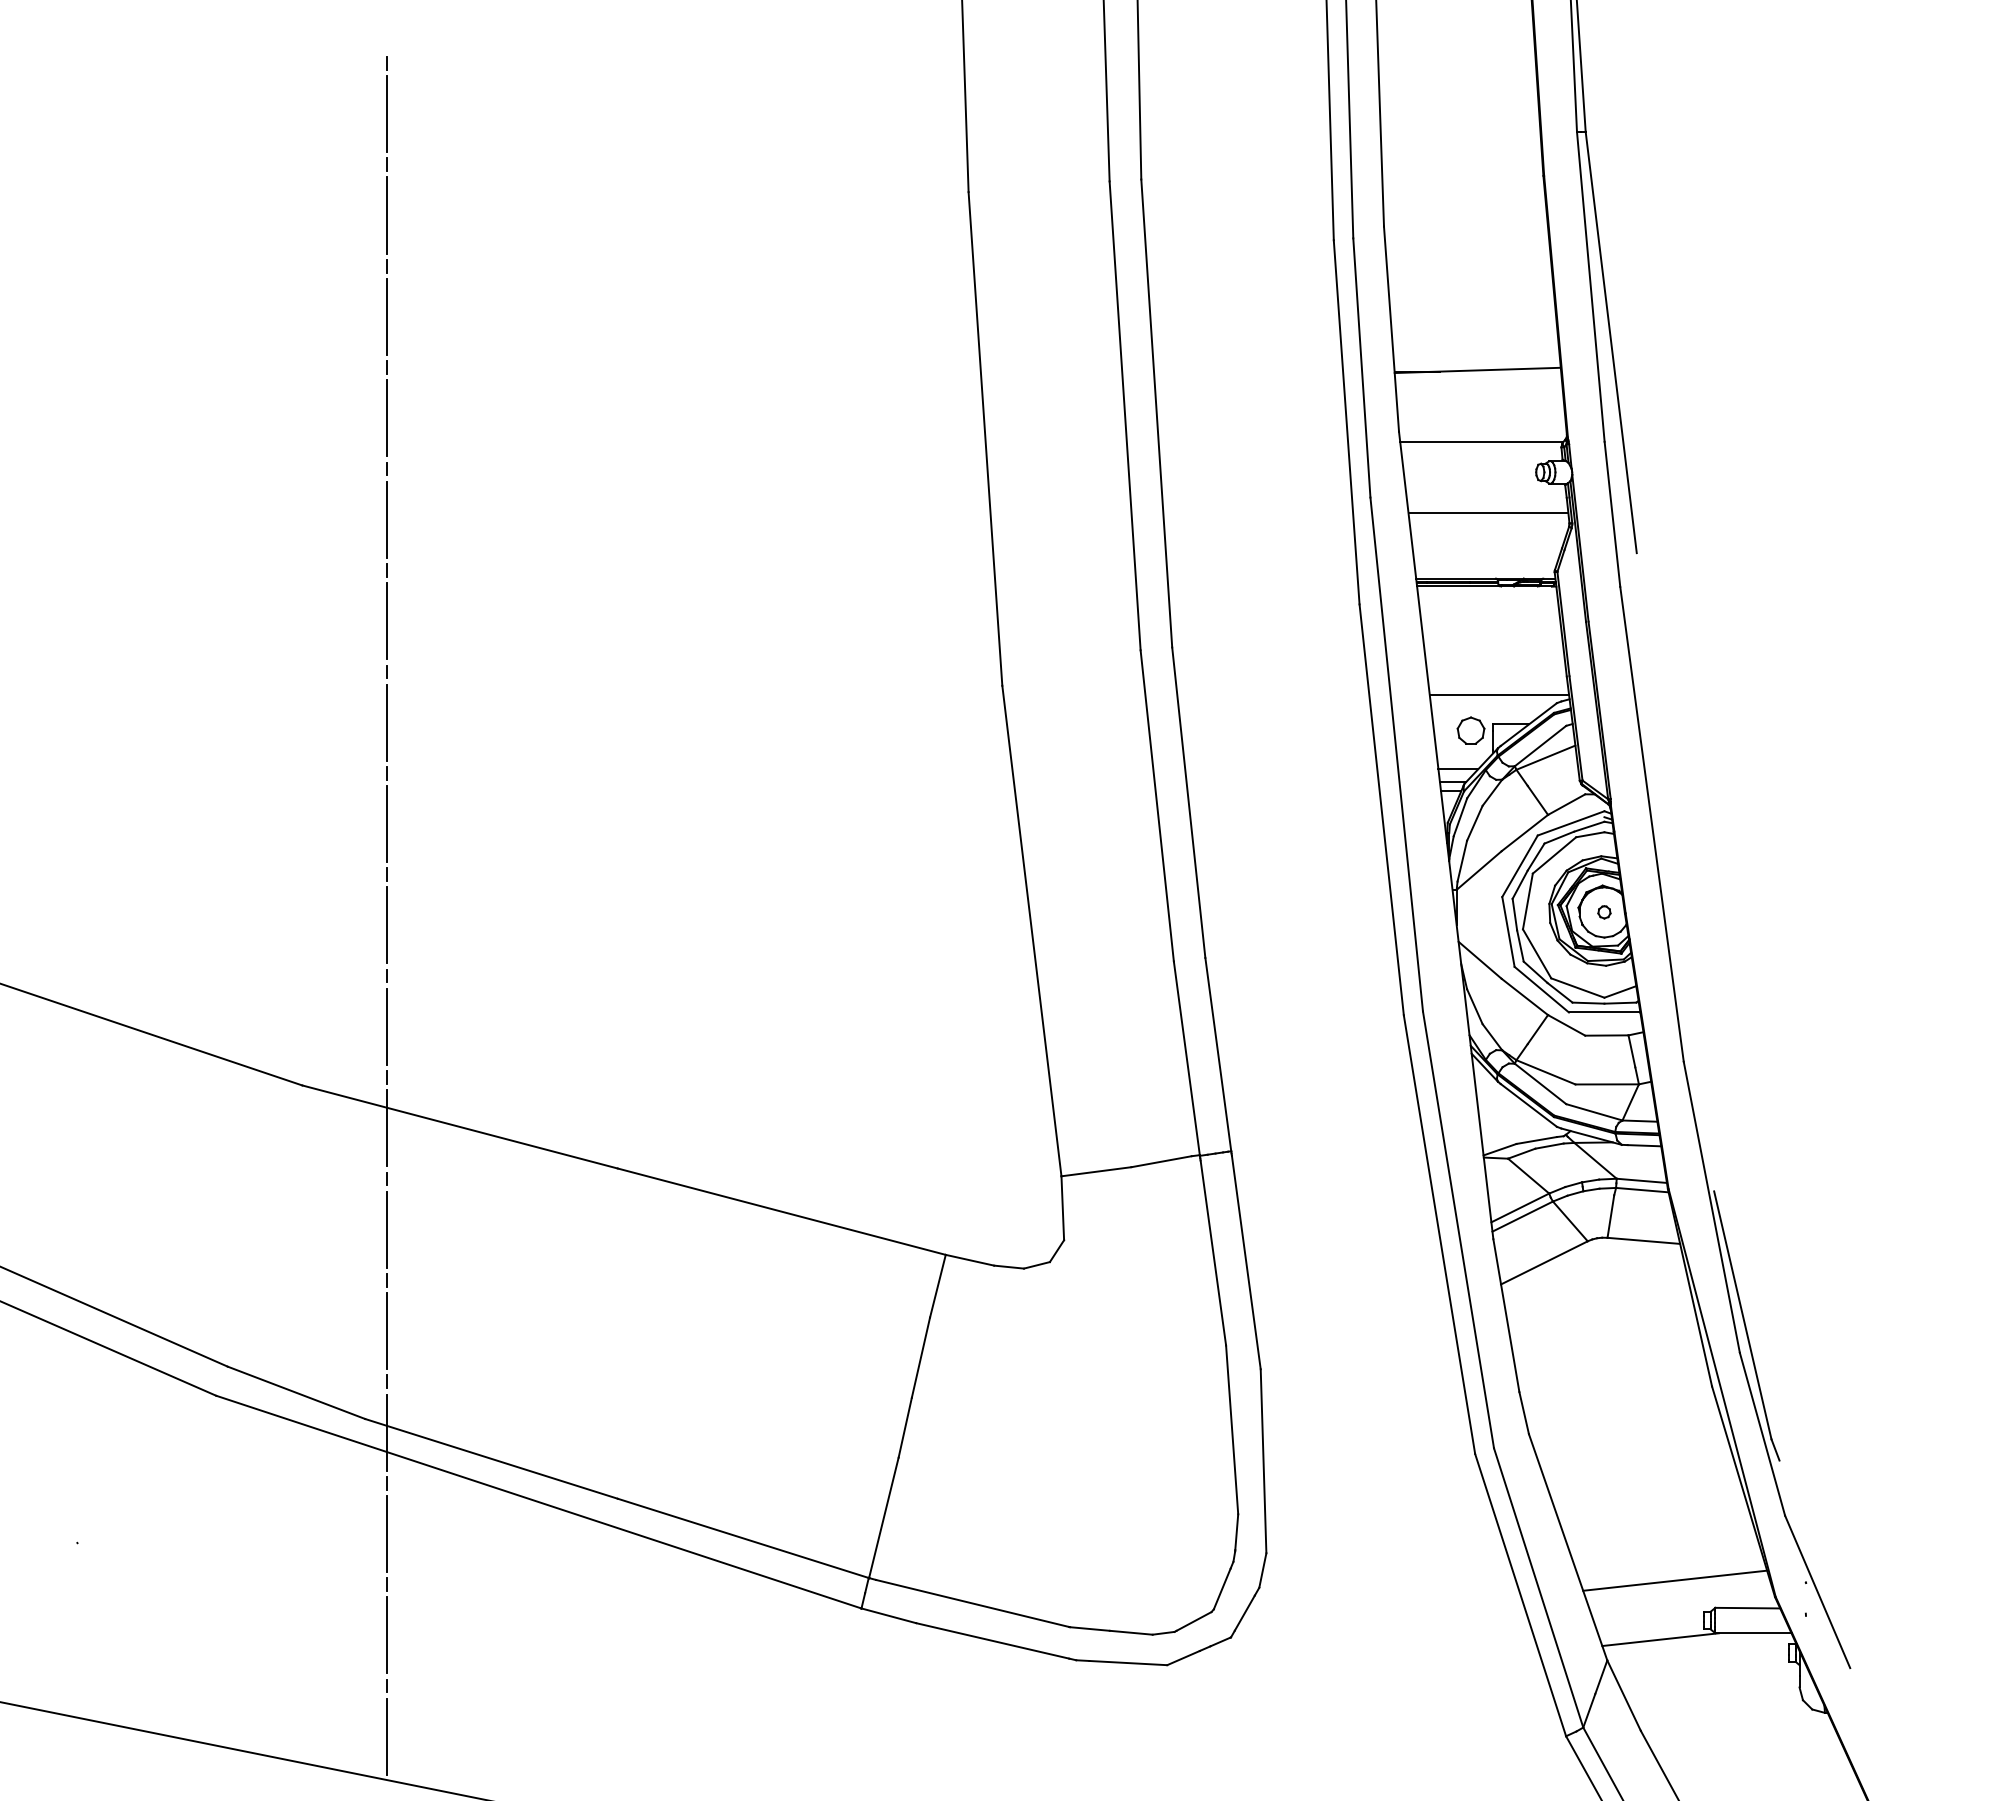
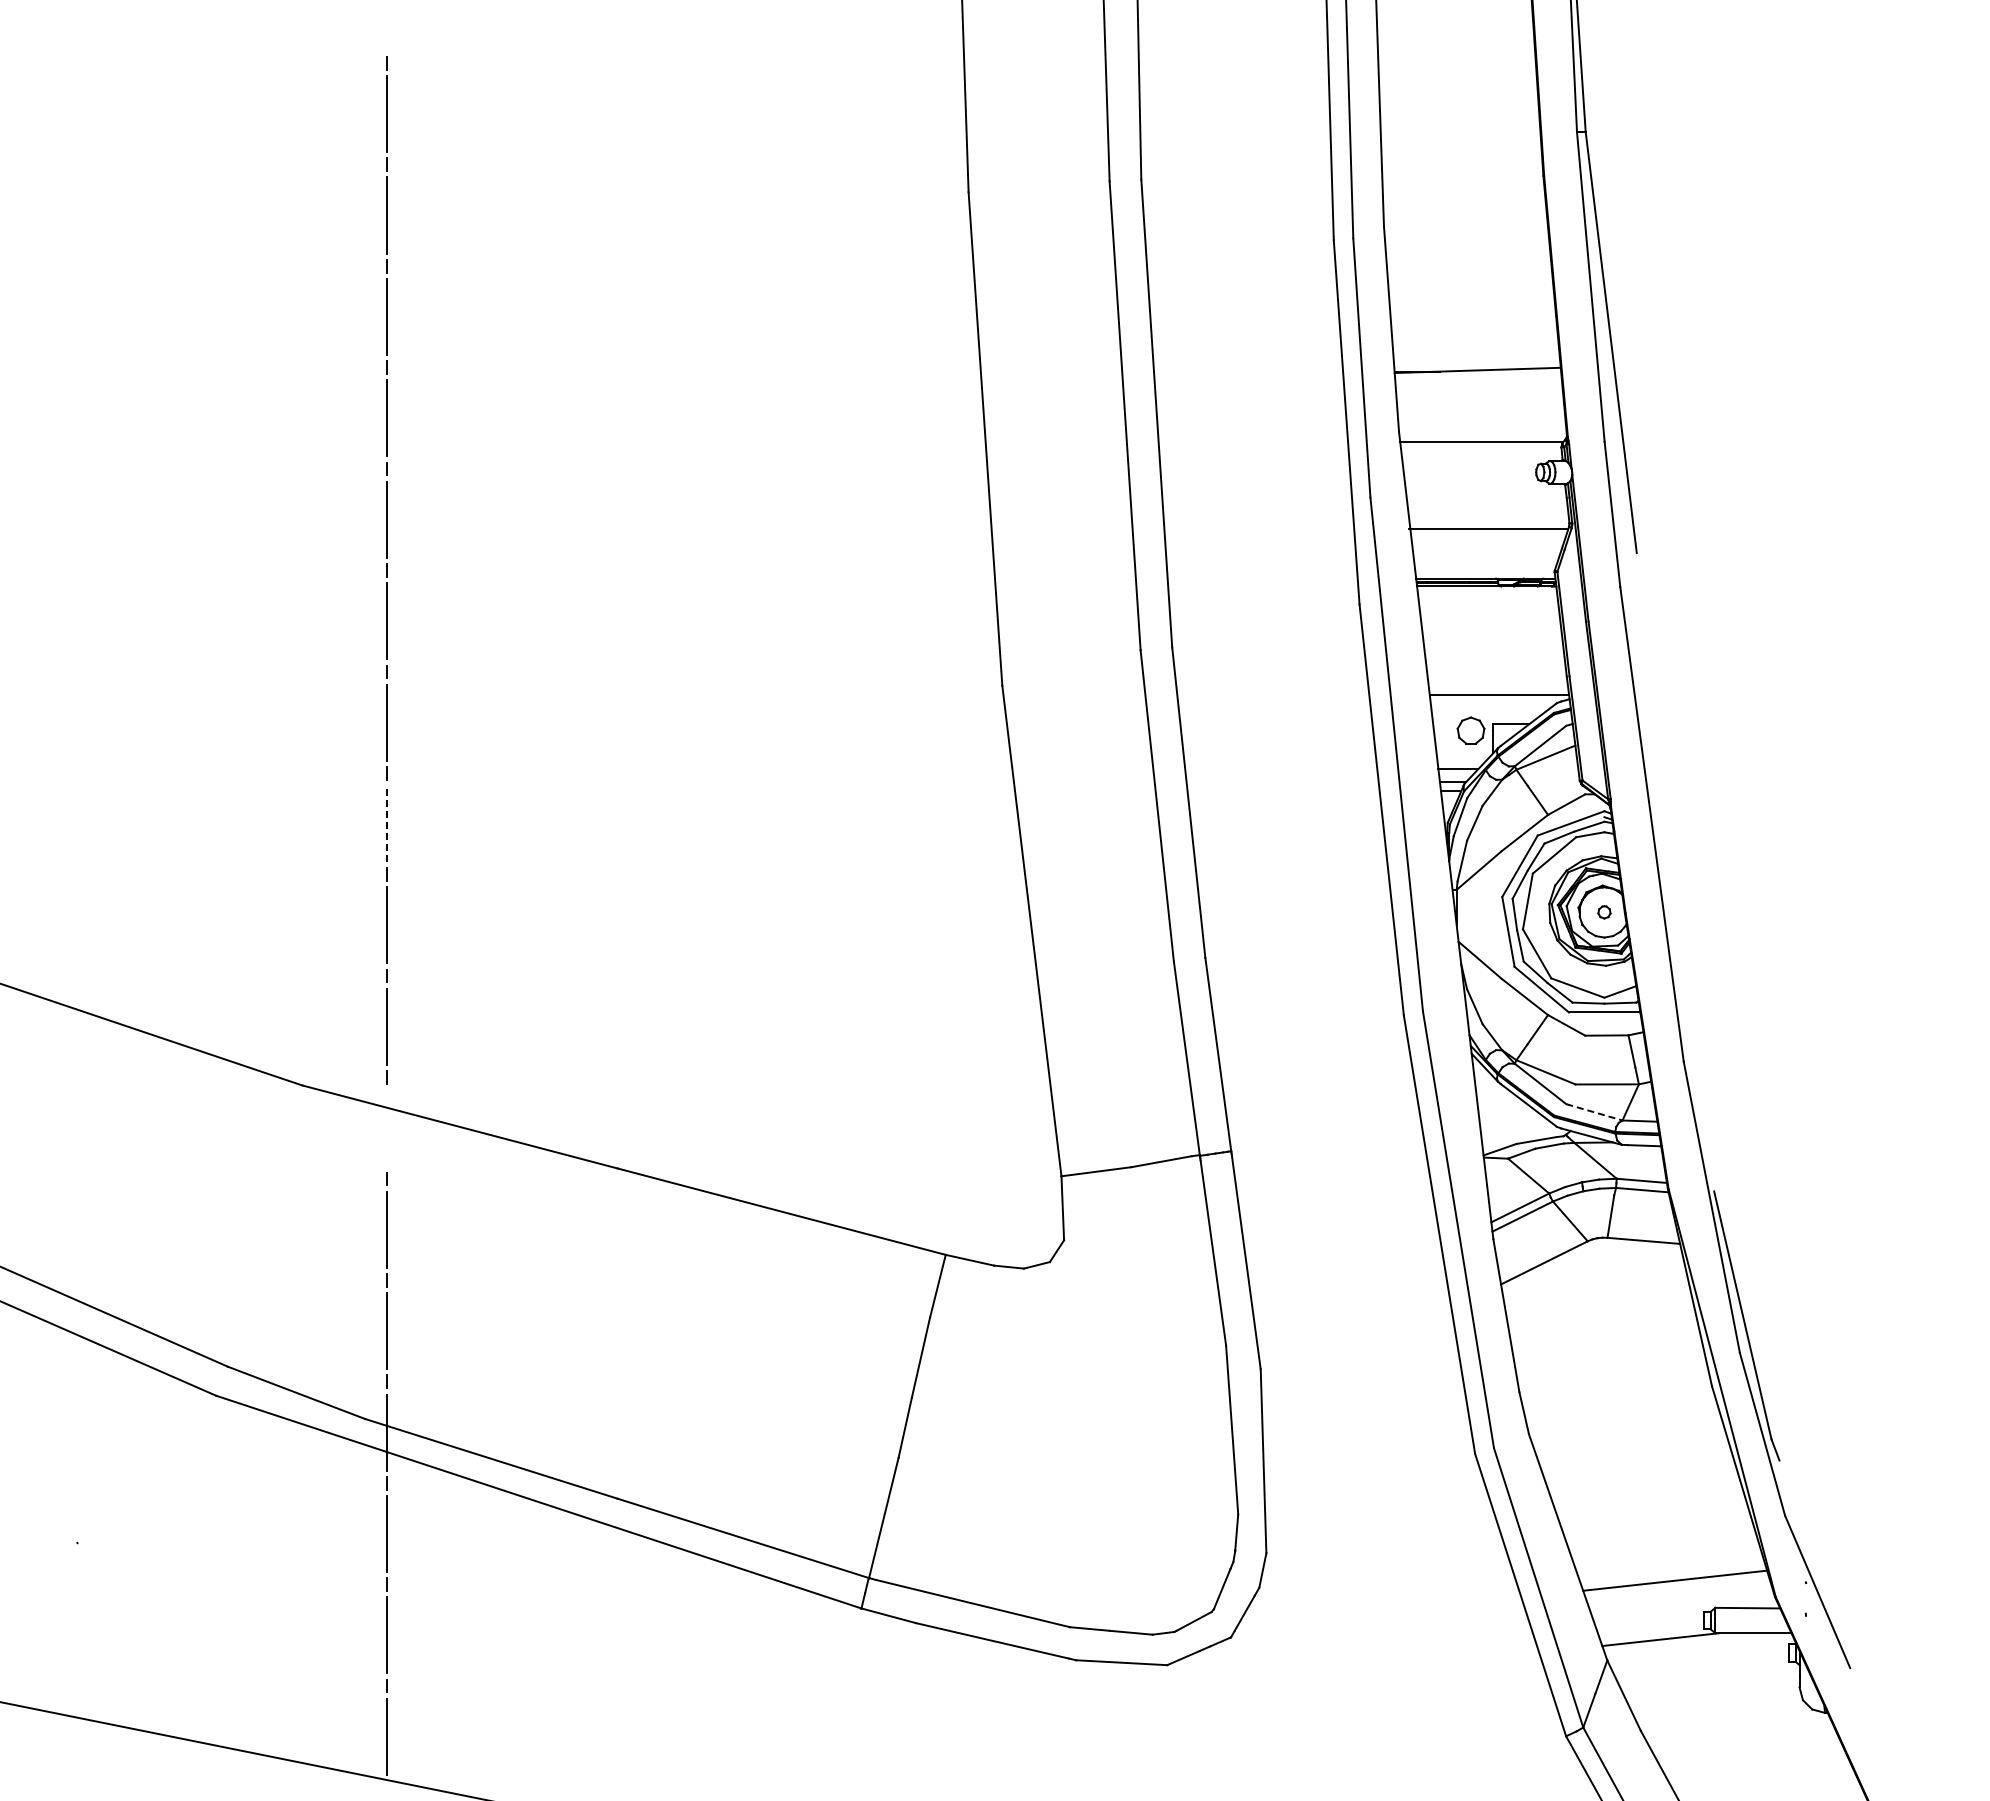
line at (1488, 512) position: (1488, 512) -> (1488, 528)
line at (387, 823): solid -> dashed
line at (1594, 1112): solid -> dashed
line at (387, 1128): present -> none
